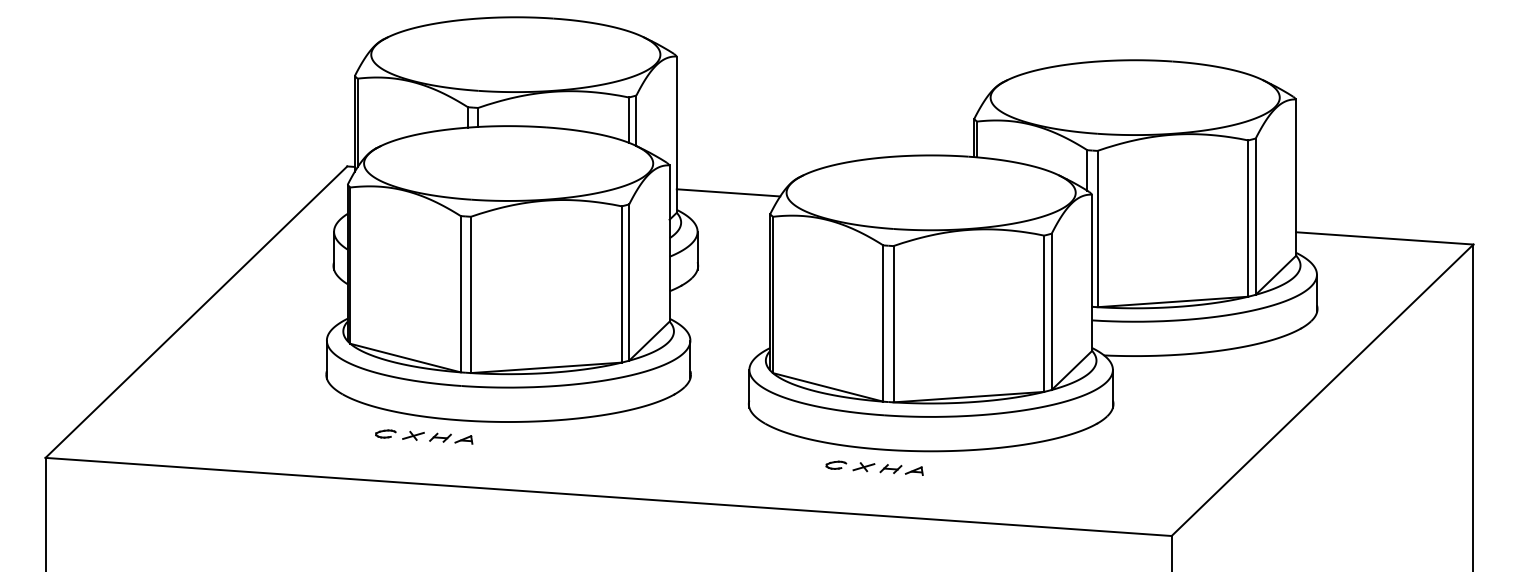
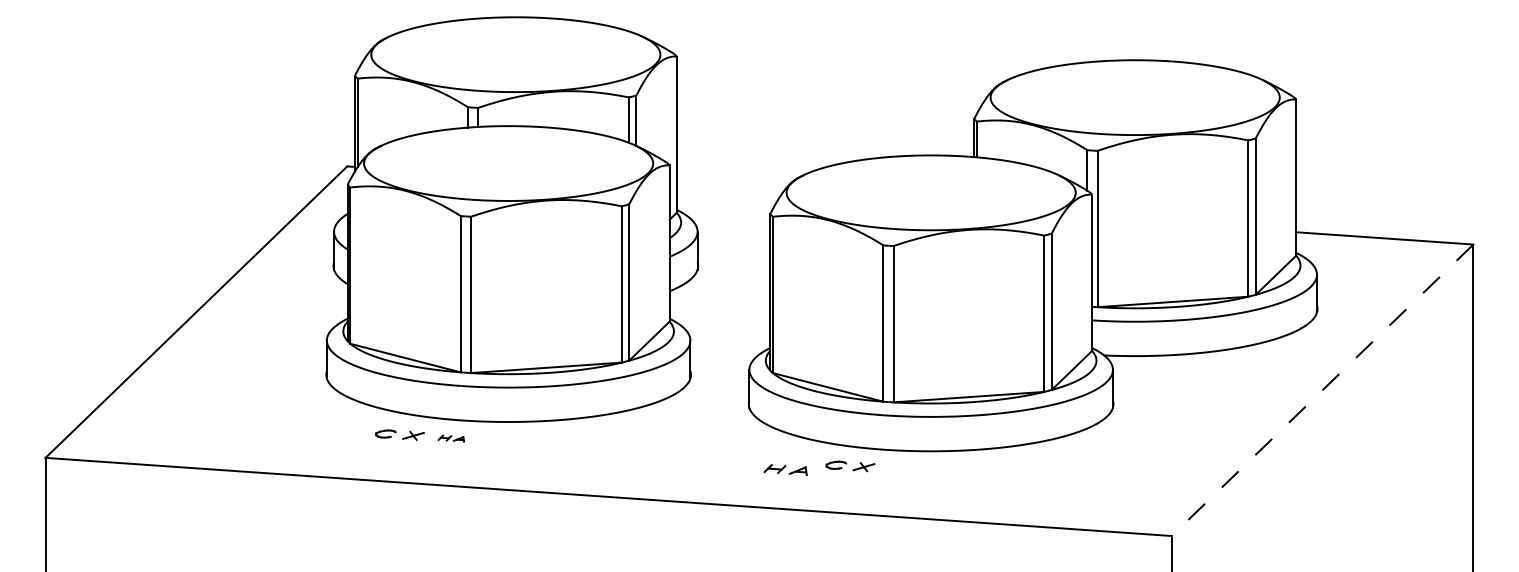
line at (728, 192): present -> none
line at (1322, 390): solid -> dashed
part at (451, 438) size: 45x13 px -> 28x9 px
part at (901, 469) position: (901, 469) -> (785, 469)
